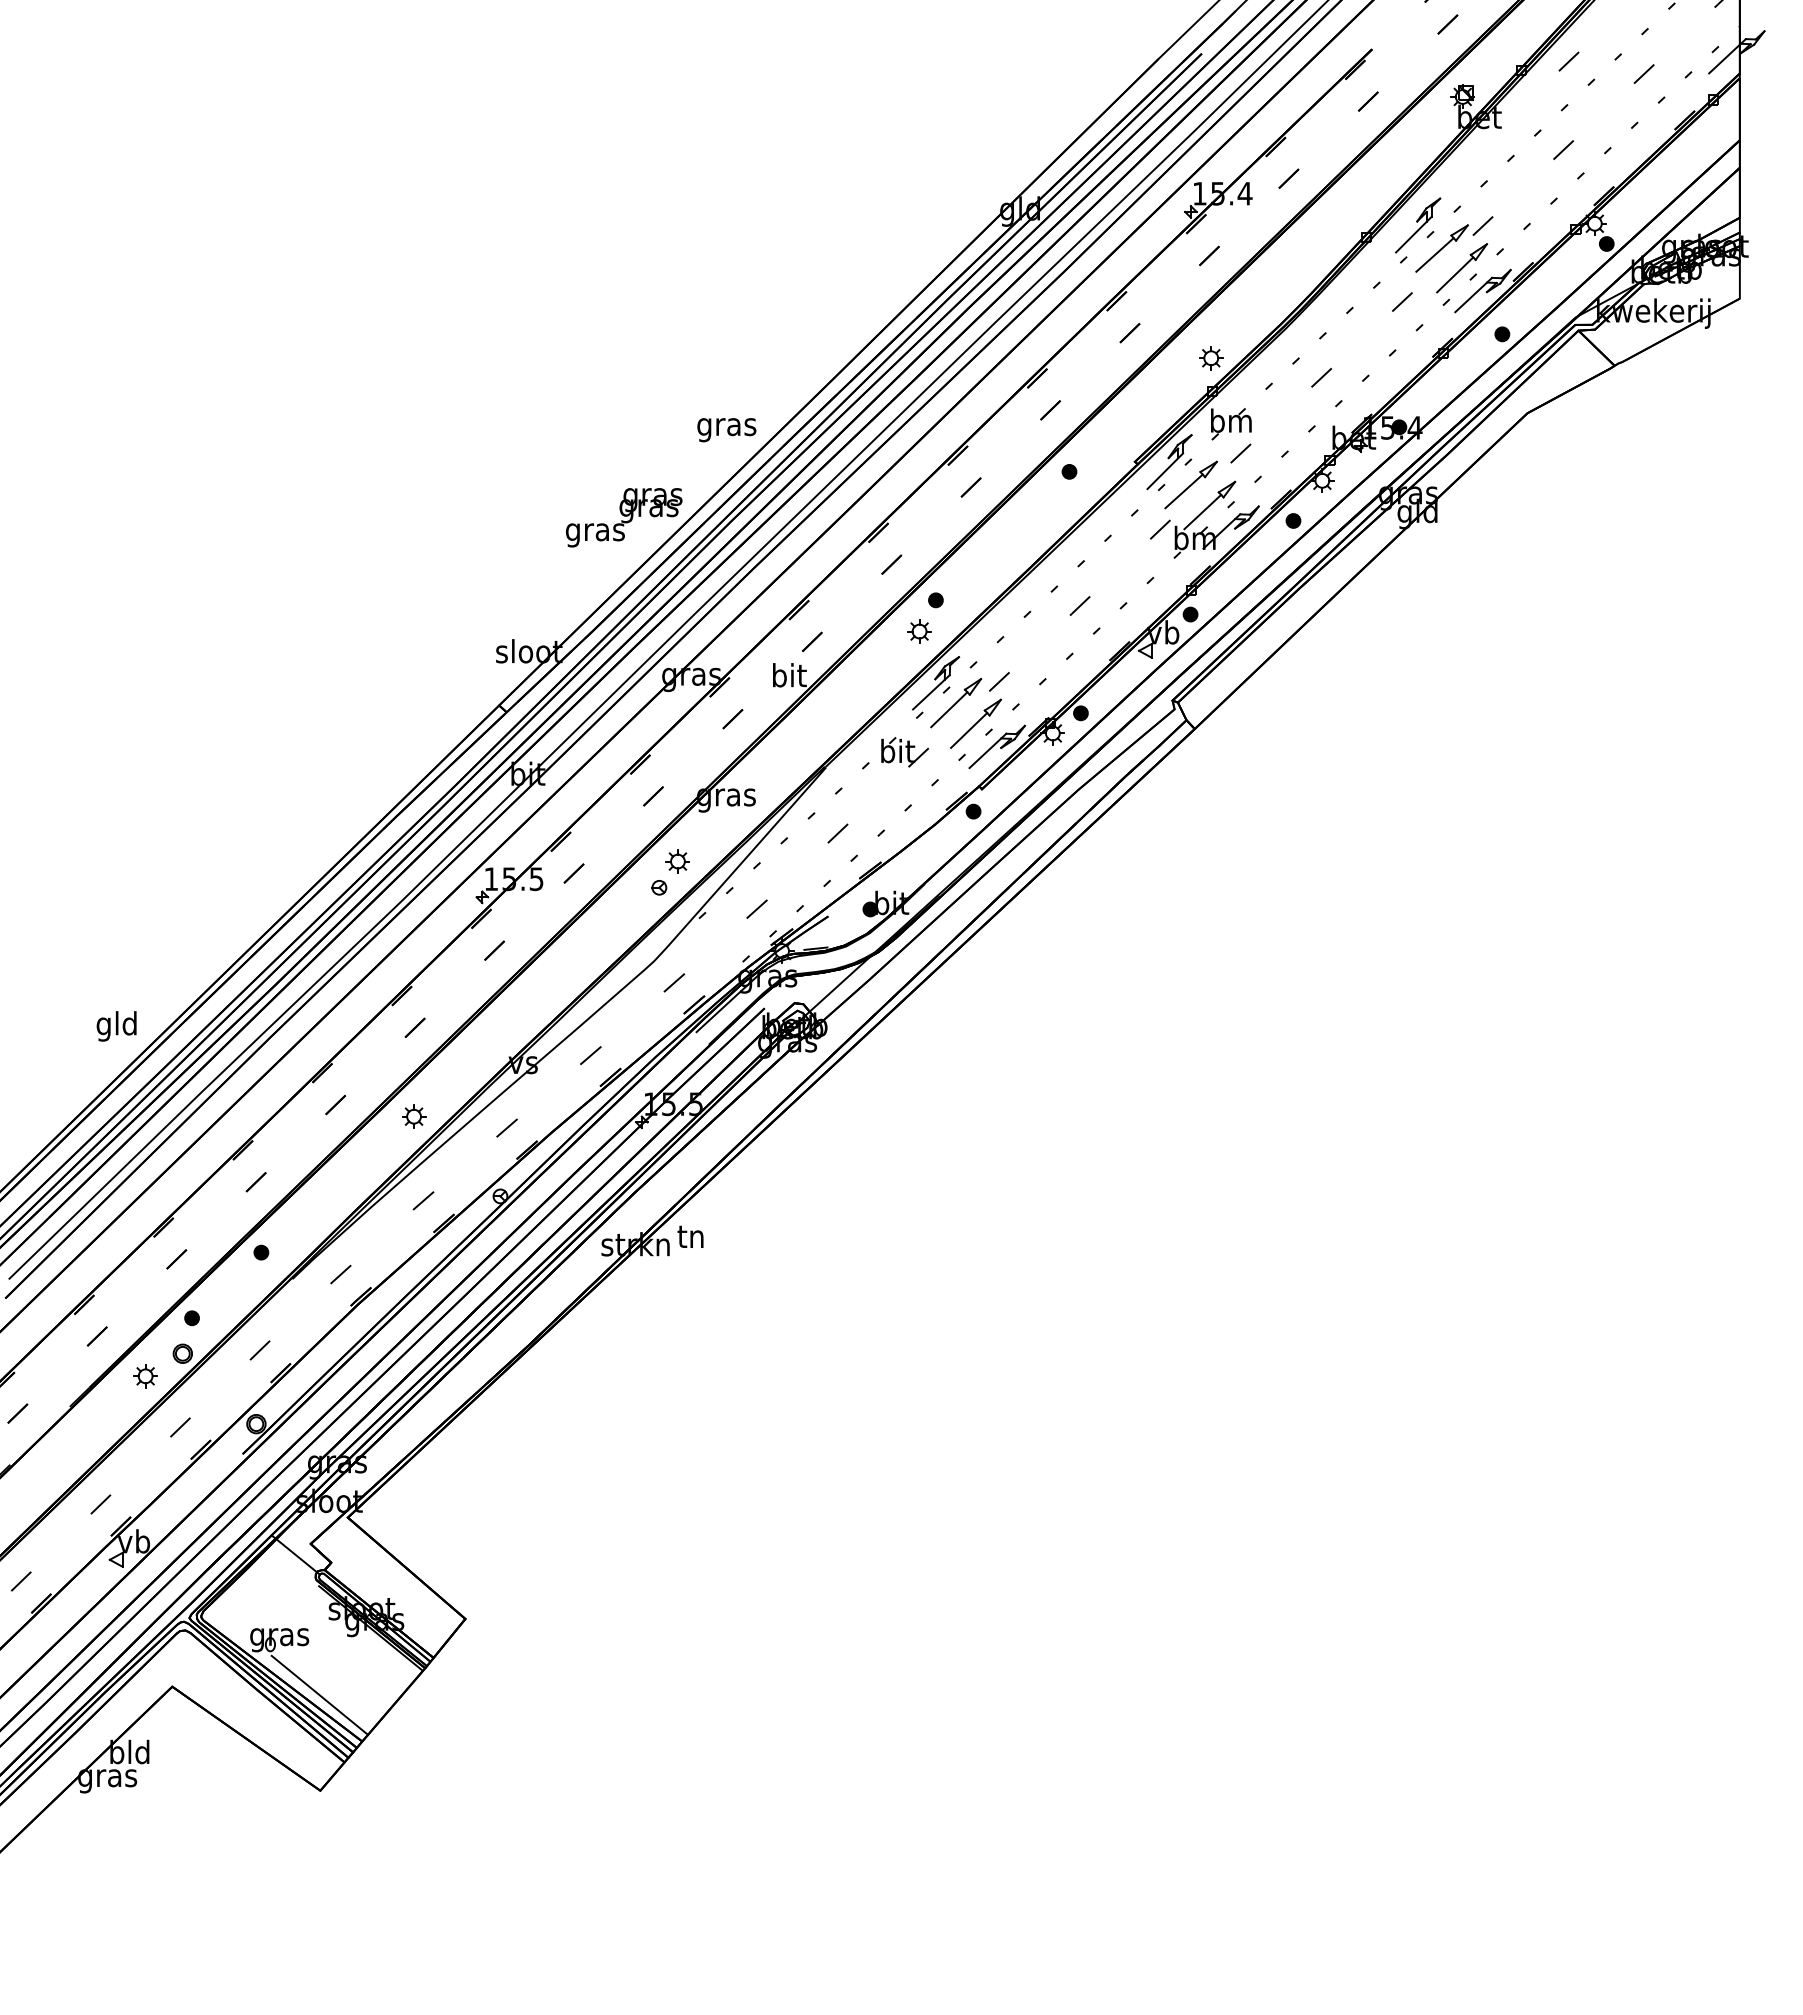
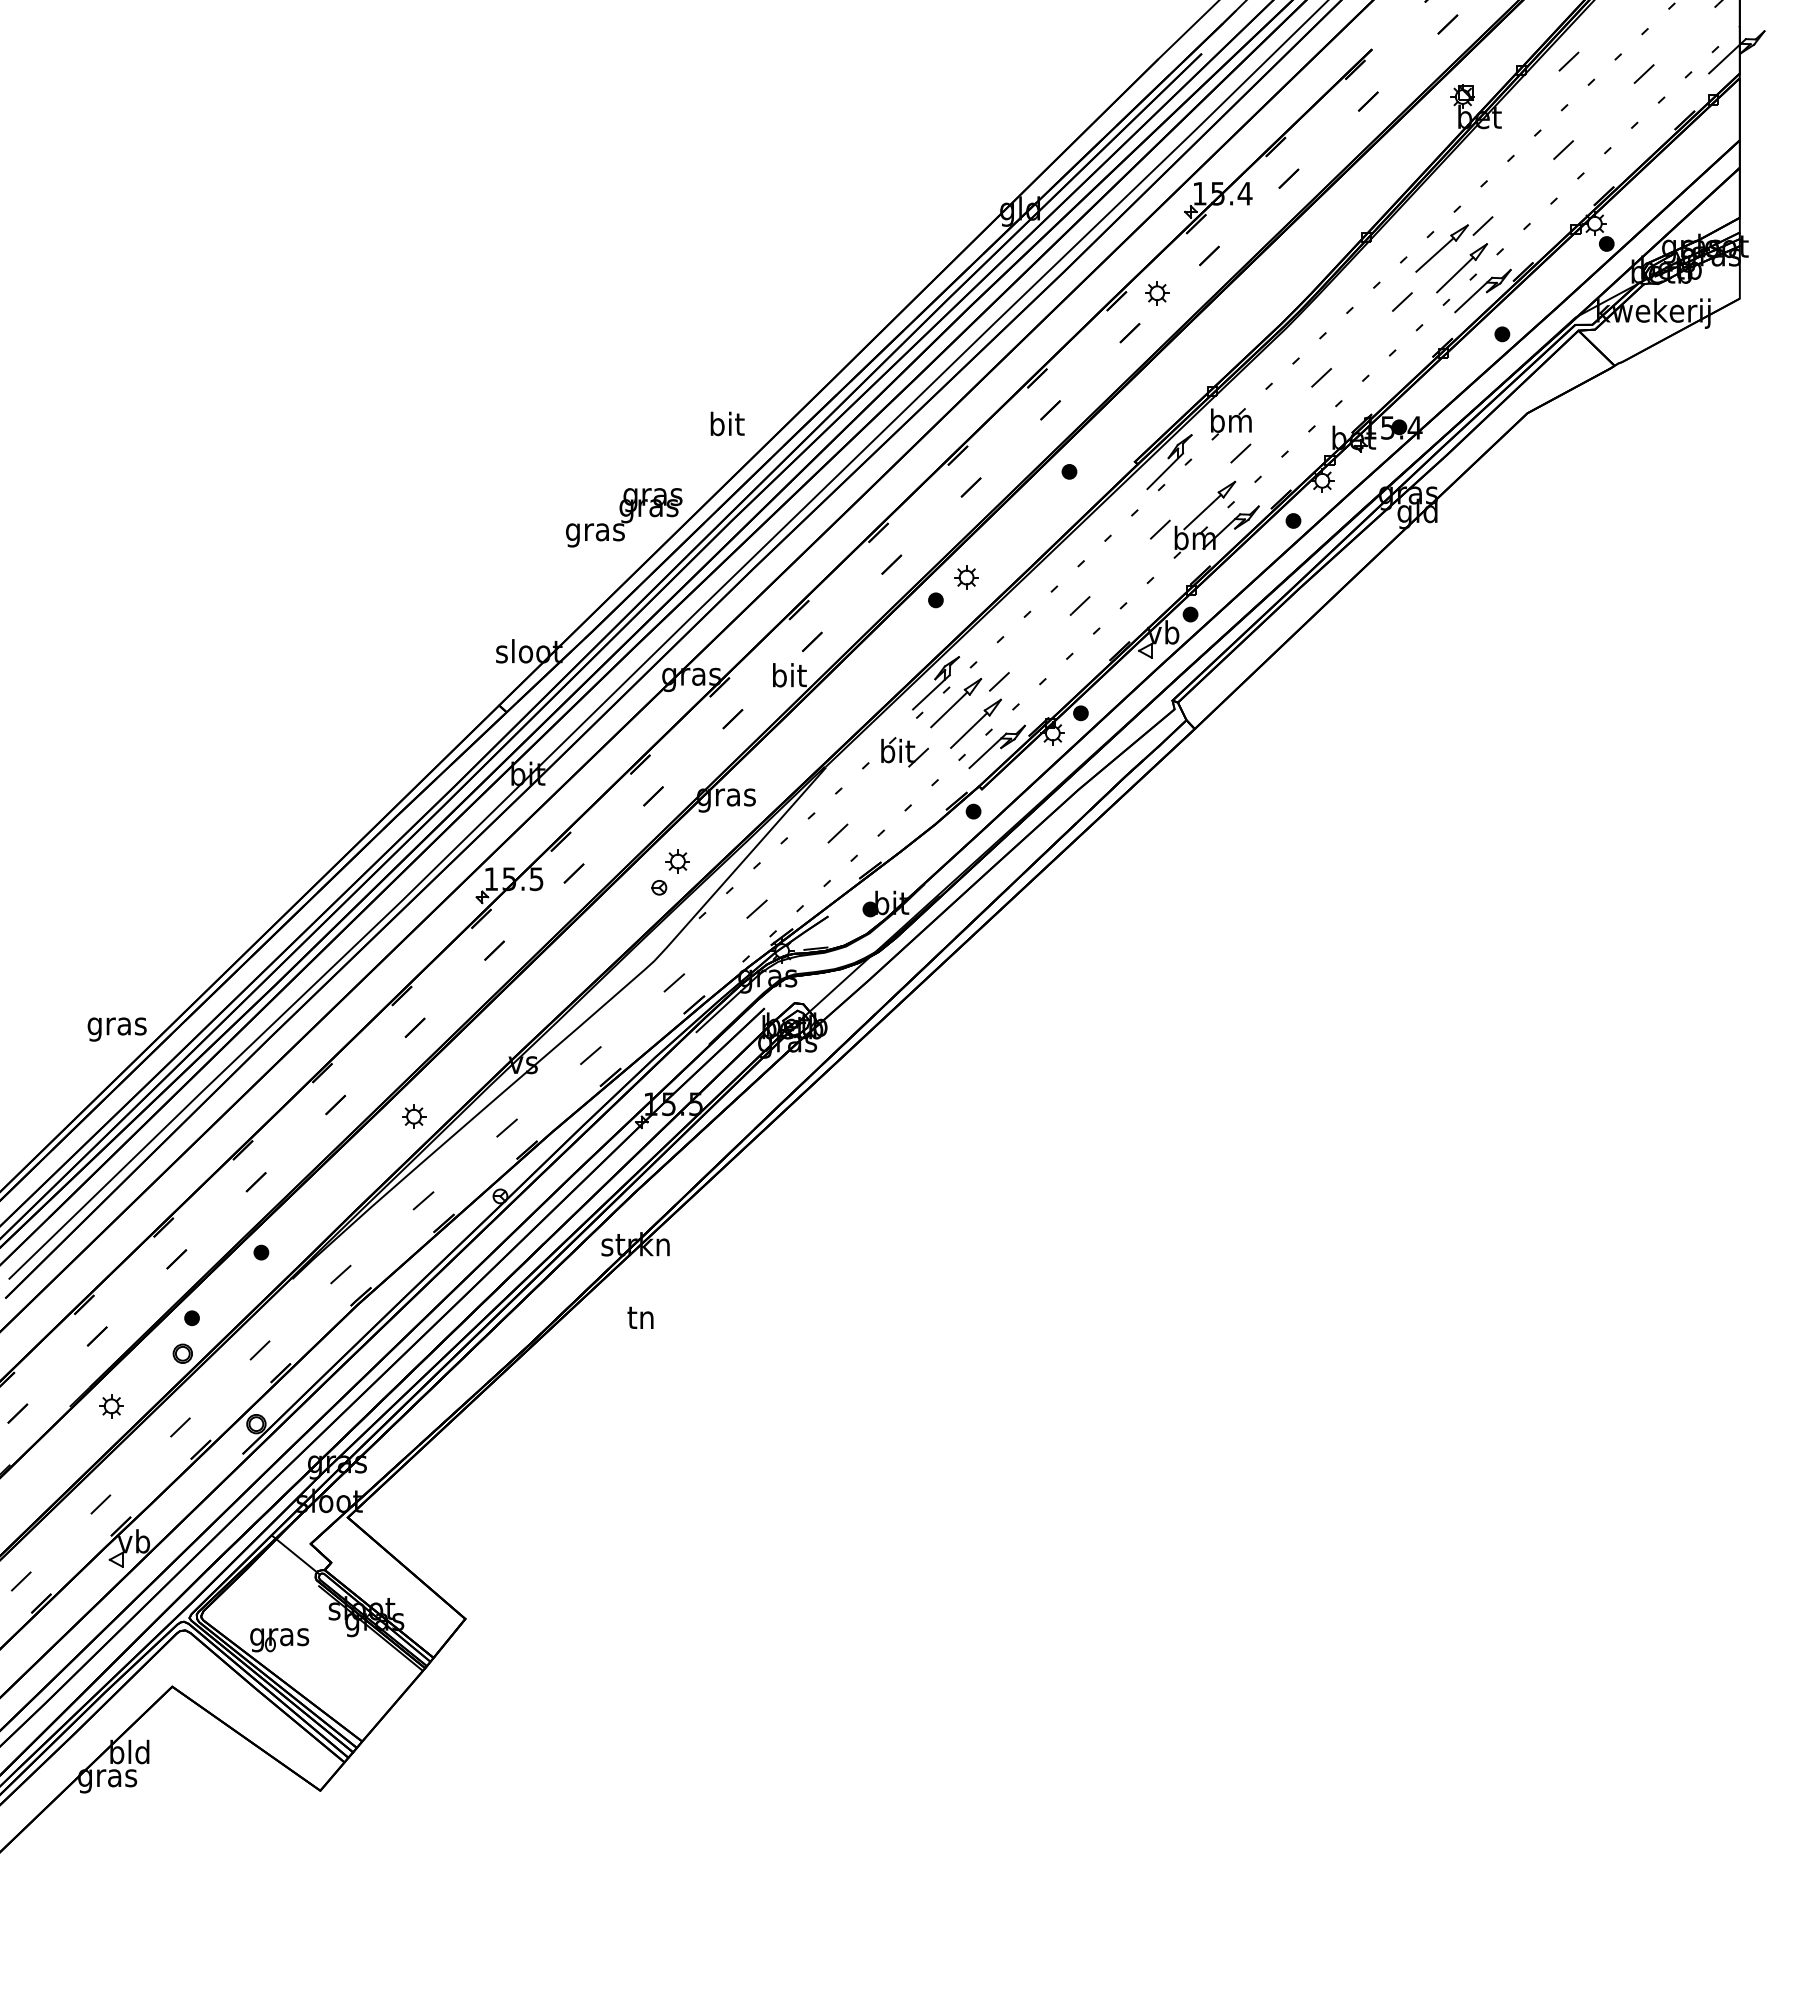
part at (1418, 225): present -> none
part at (1211, 358) position: (1211, 358) -> (1157, 293)
text at (726, 426): gras -> bit
part at (1190, 484): present -> none
part at (919, 631) position: (919, 631) -> (966, 577)
text at (116, 1026): gld -> gras
text at (690, 1236) position: (690, 1236) -> (640, 1317)
part at (145, 1376) position: (145, 1376) -> (111, 1406)
line at (319, 1694): present -> none
